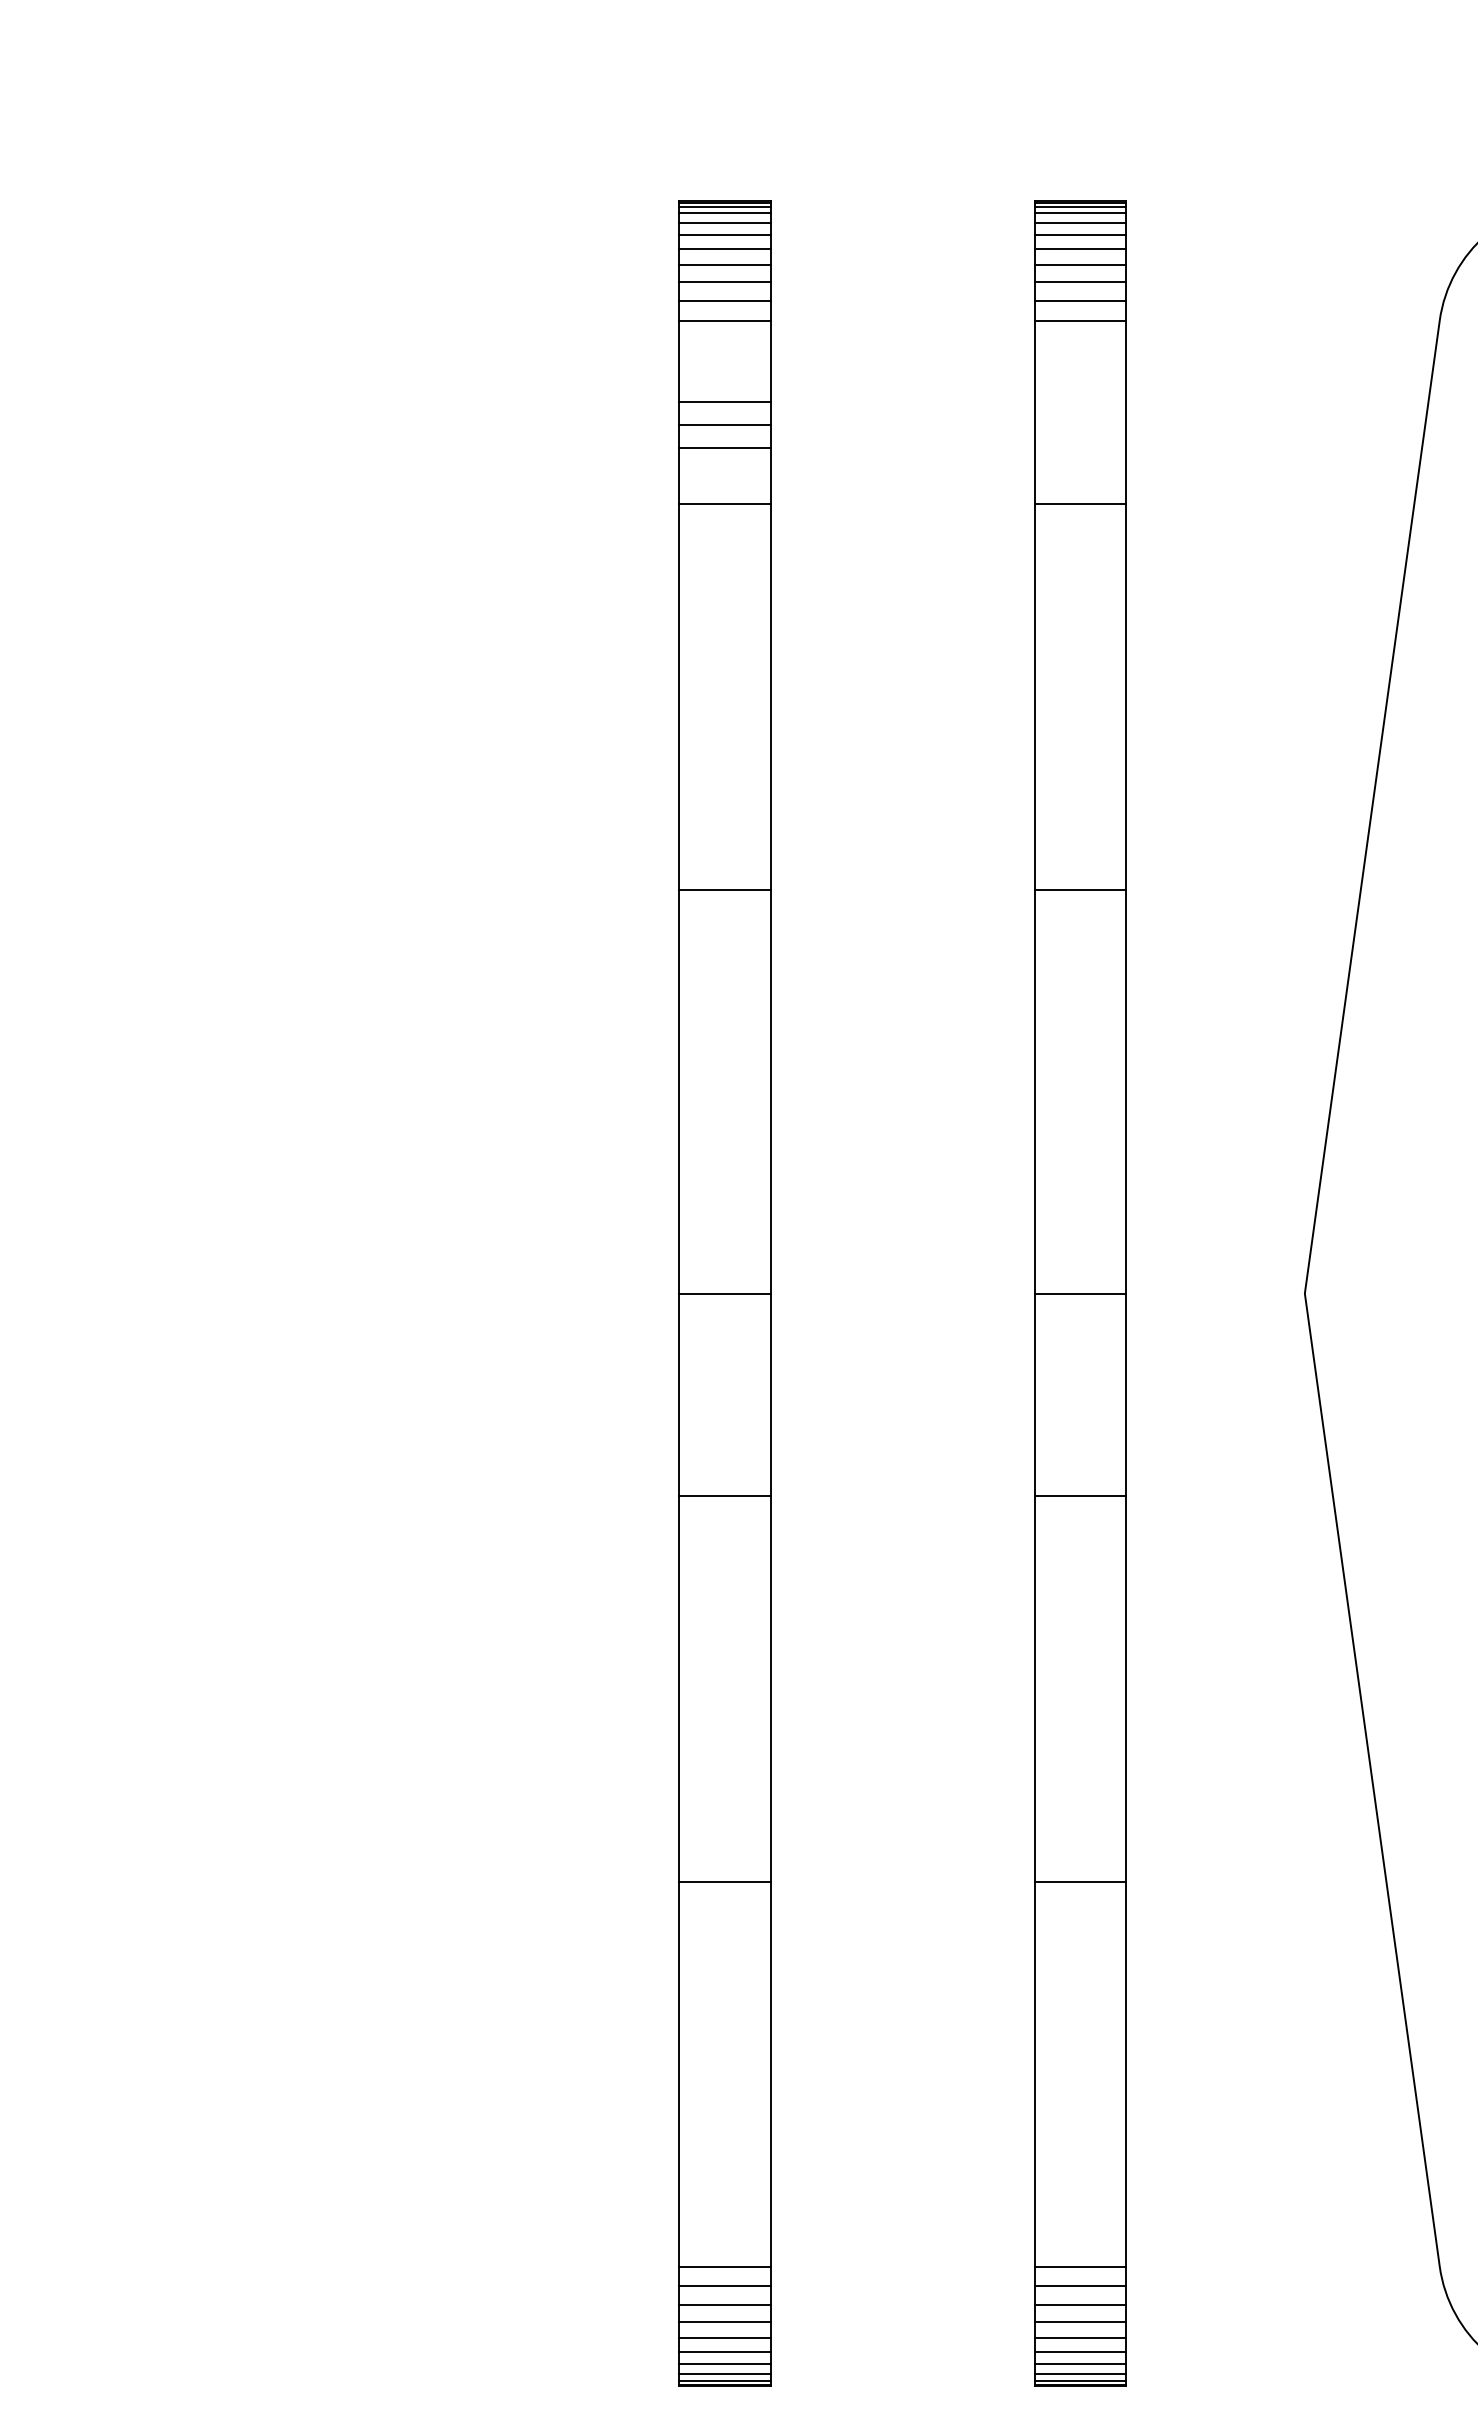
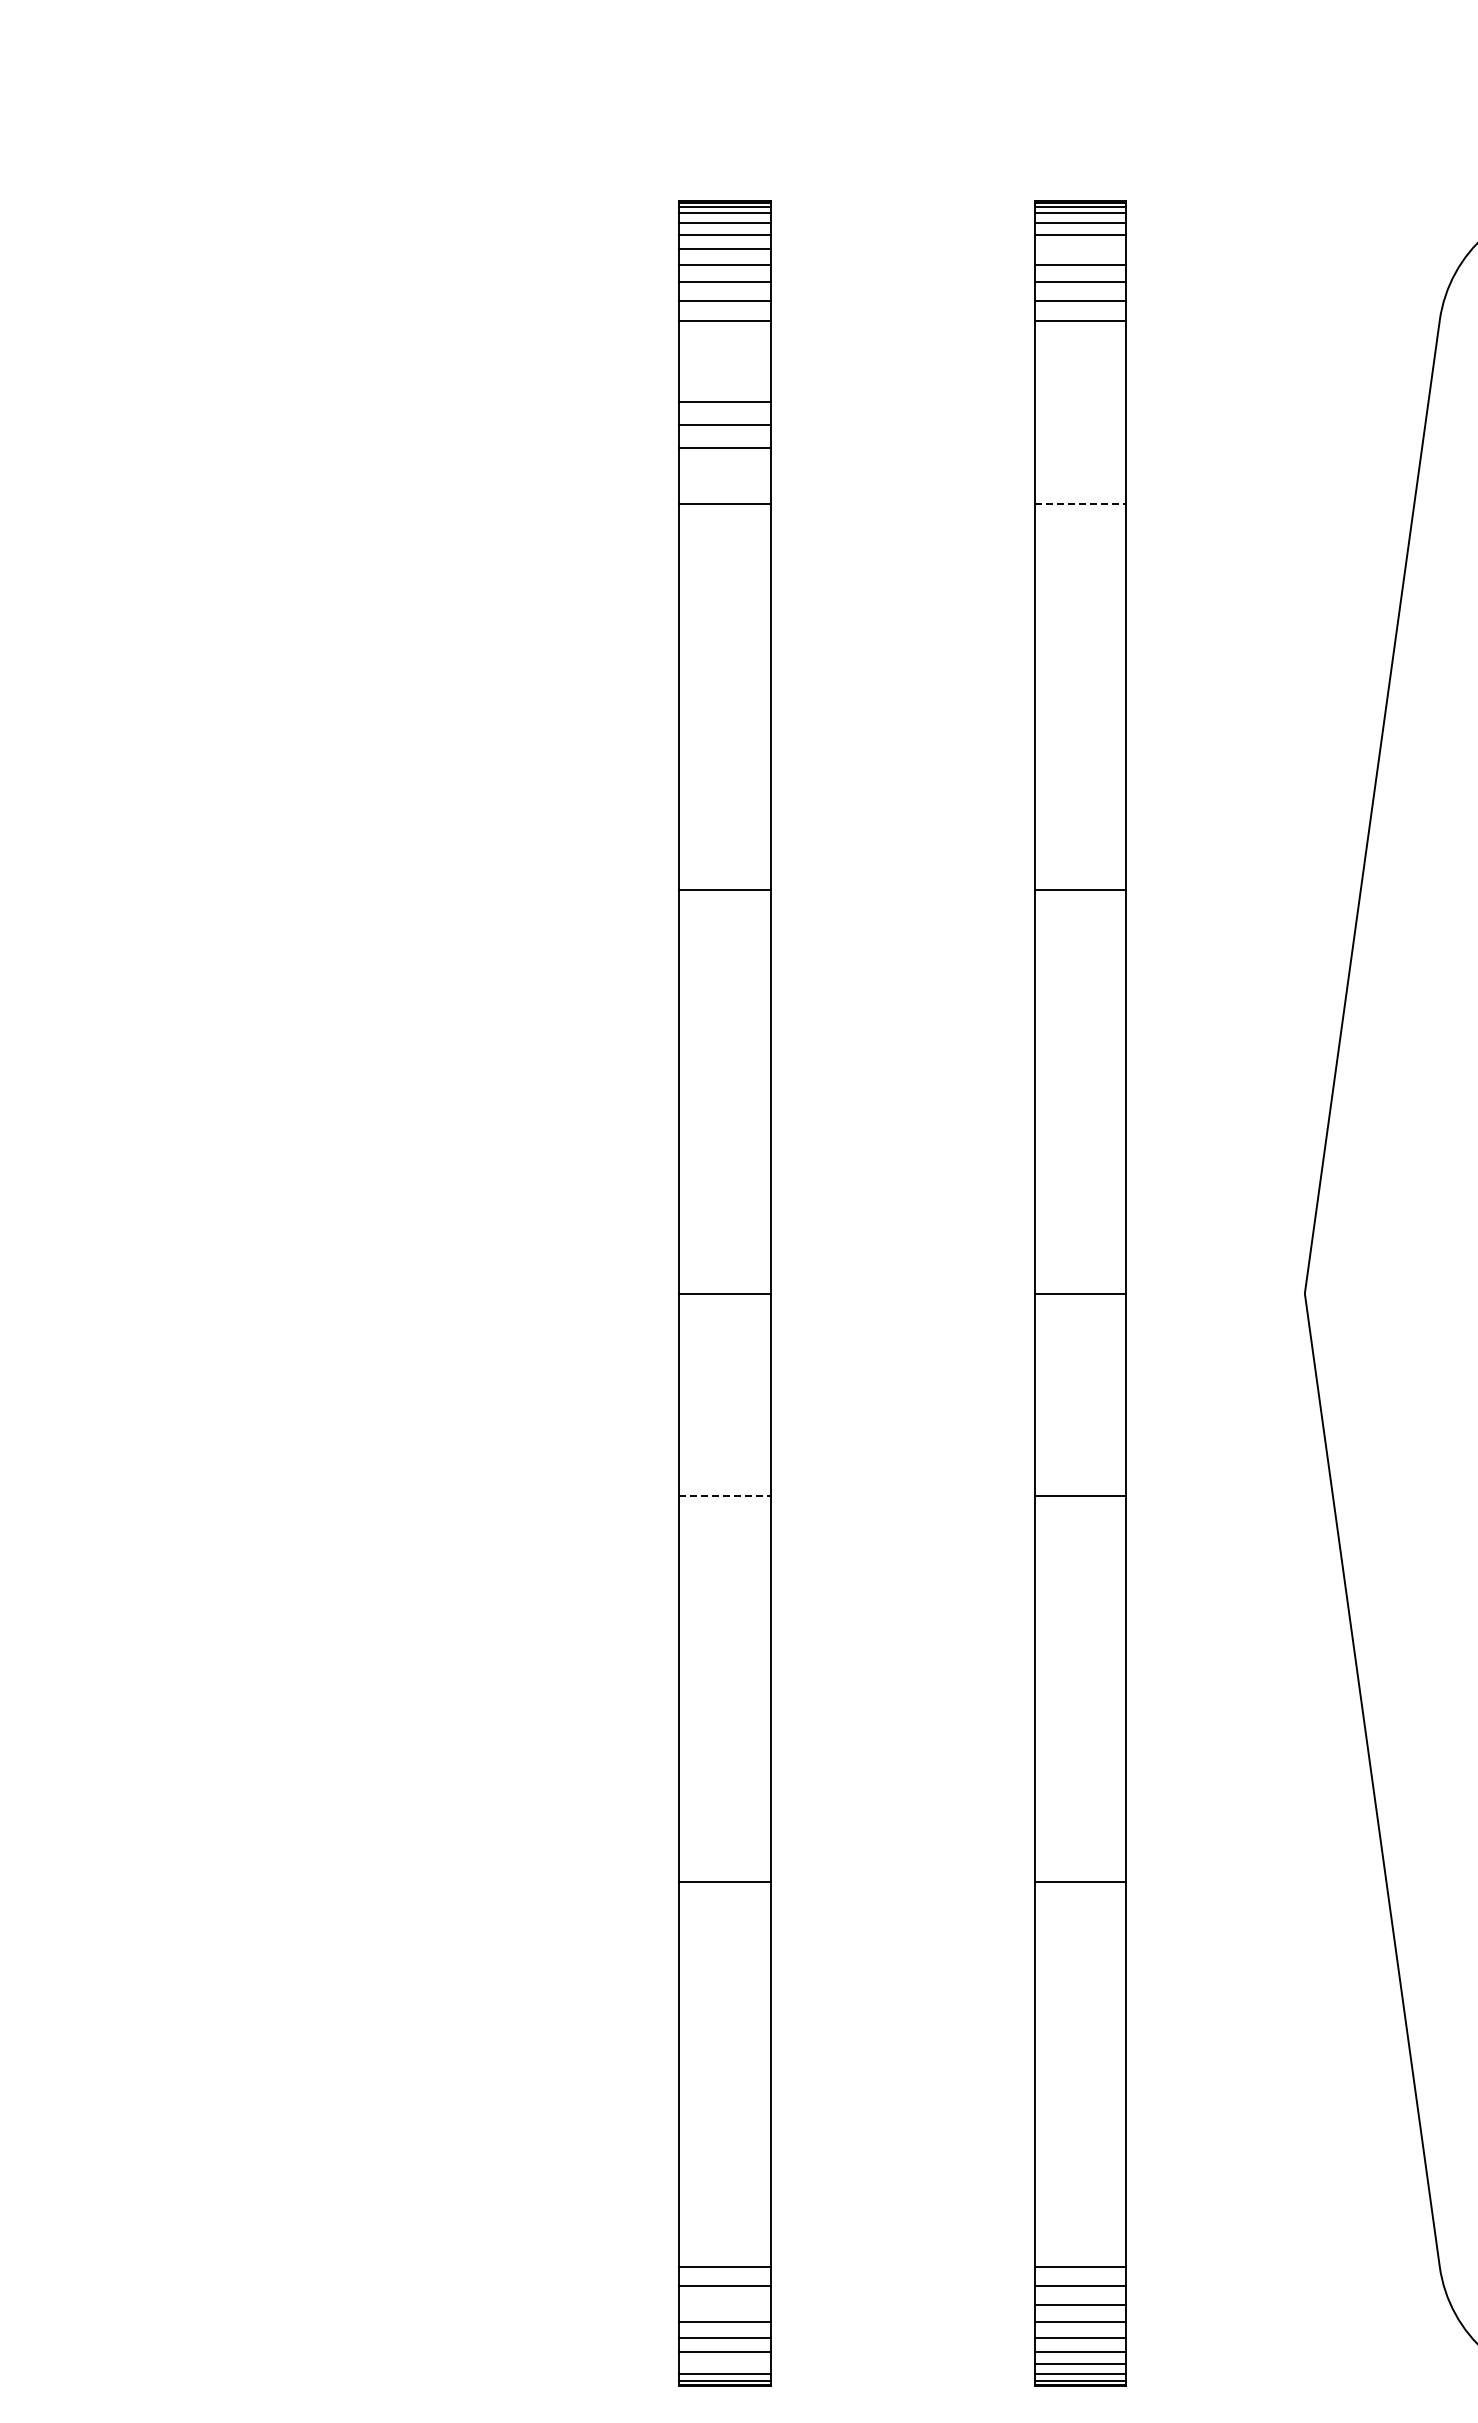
line at (1080, 249): present -> none
line at (1080, 503): solid -> dashed
line at (725, 1495): solid -> dashed
line at (724, 2304): present -> none
line at (724, 2364): present -> none
